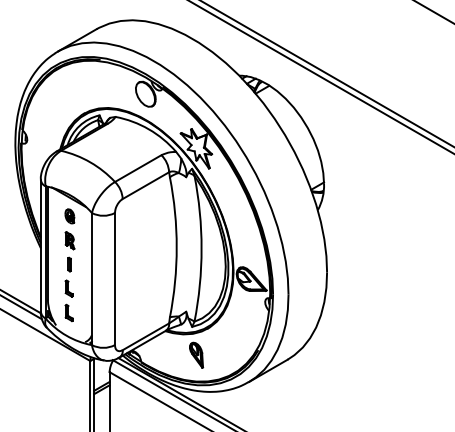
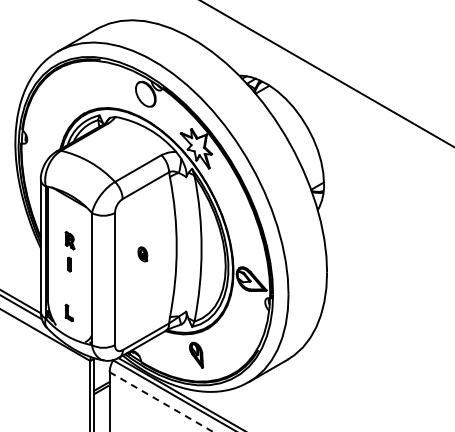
line at (434, 12): present -> none
line at (321, 77): present -> none
part at (69, 216) position: (69, 216) -> (142, 254)
part at (68, 288): present -> none
line at (161, 402): solid -> dashed
